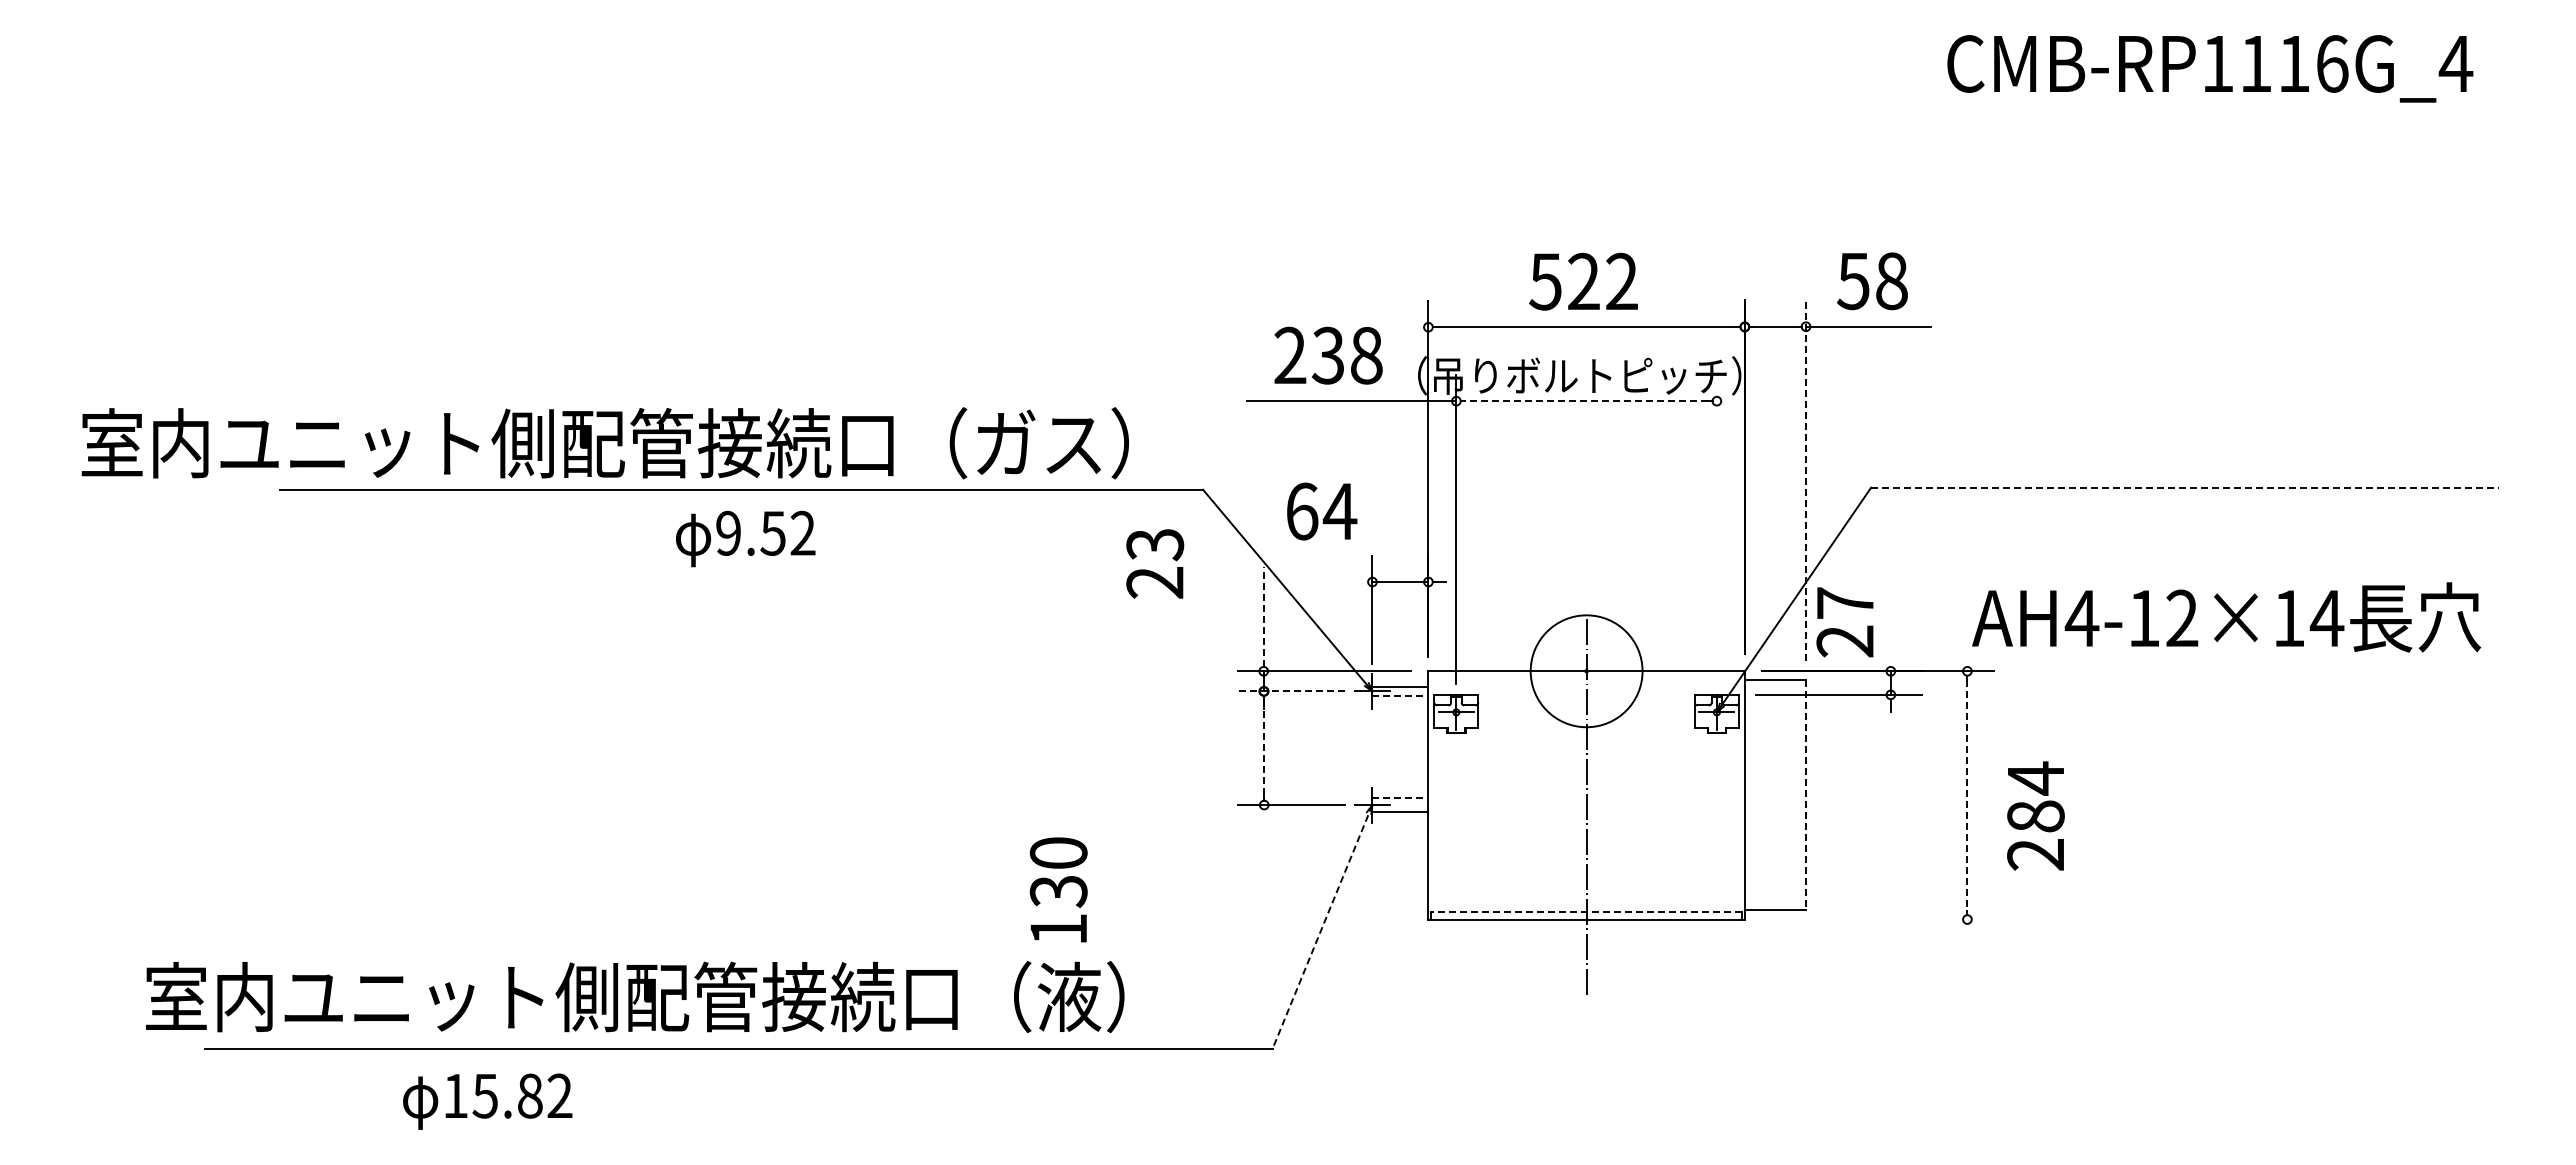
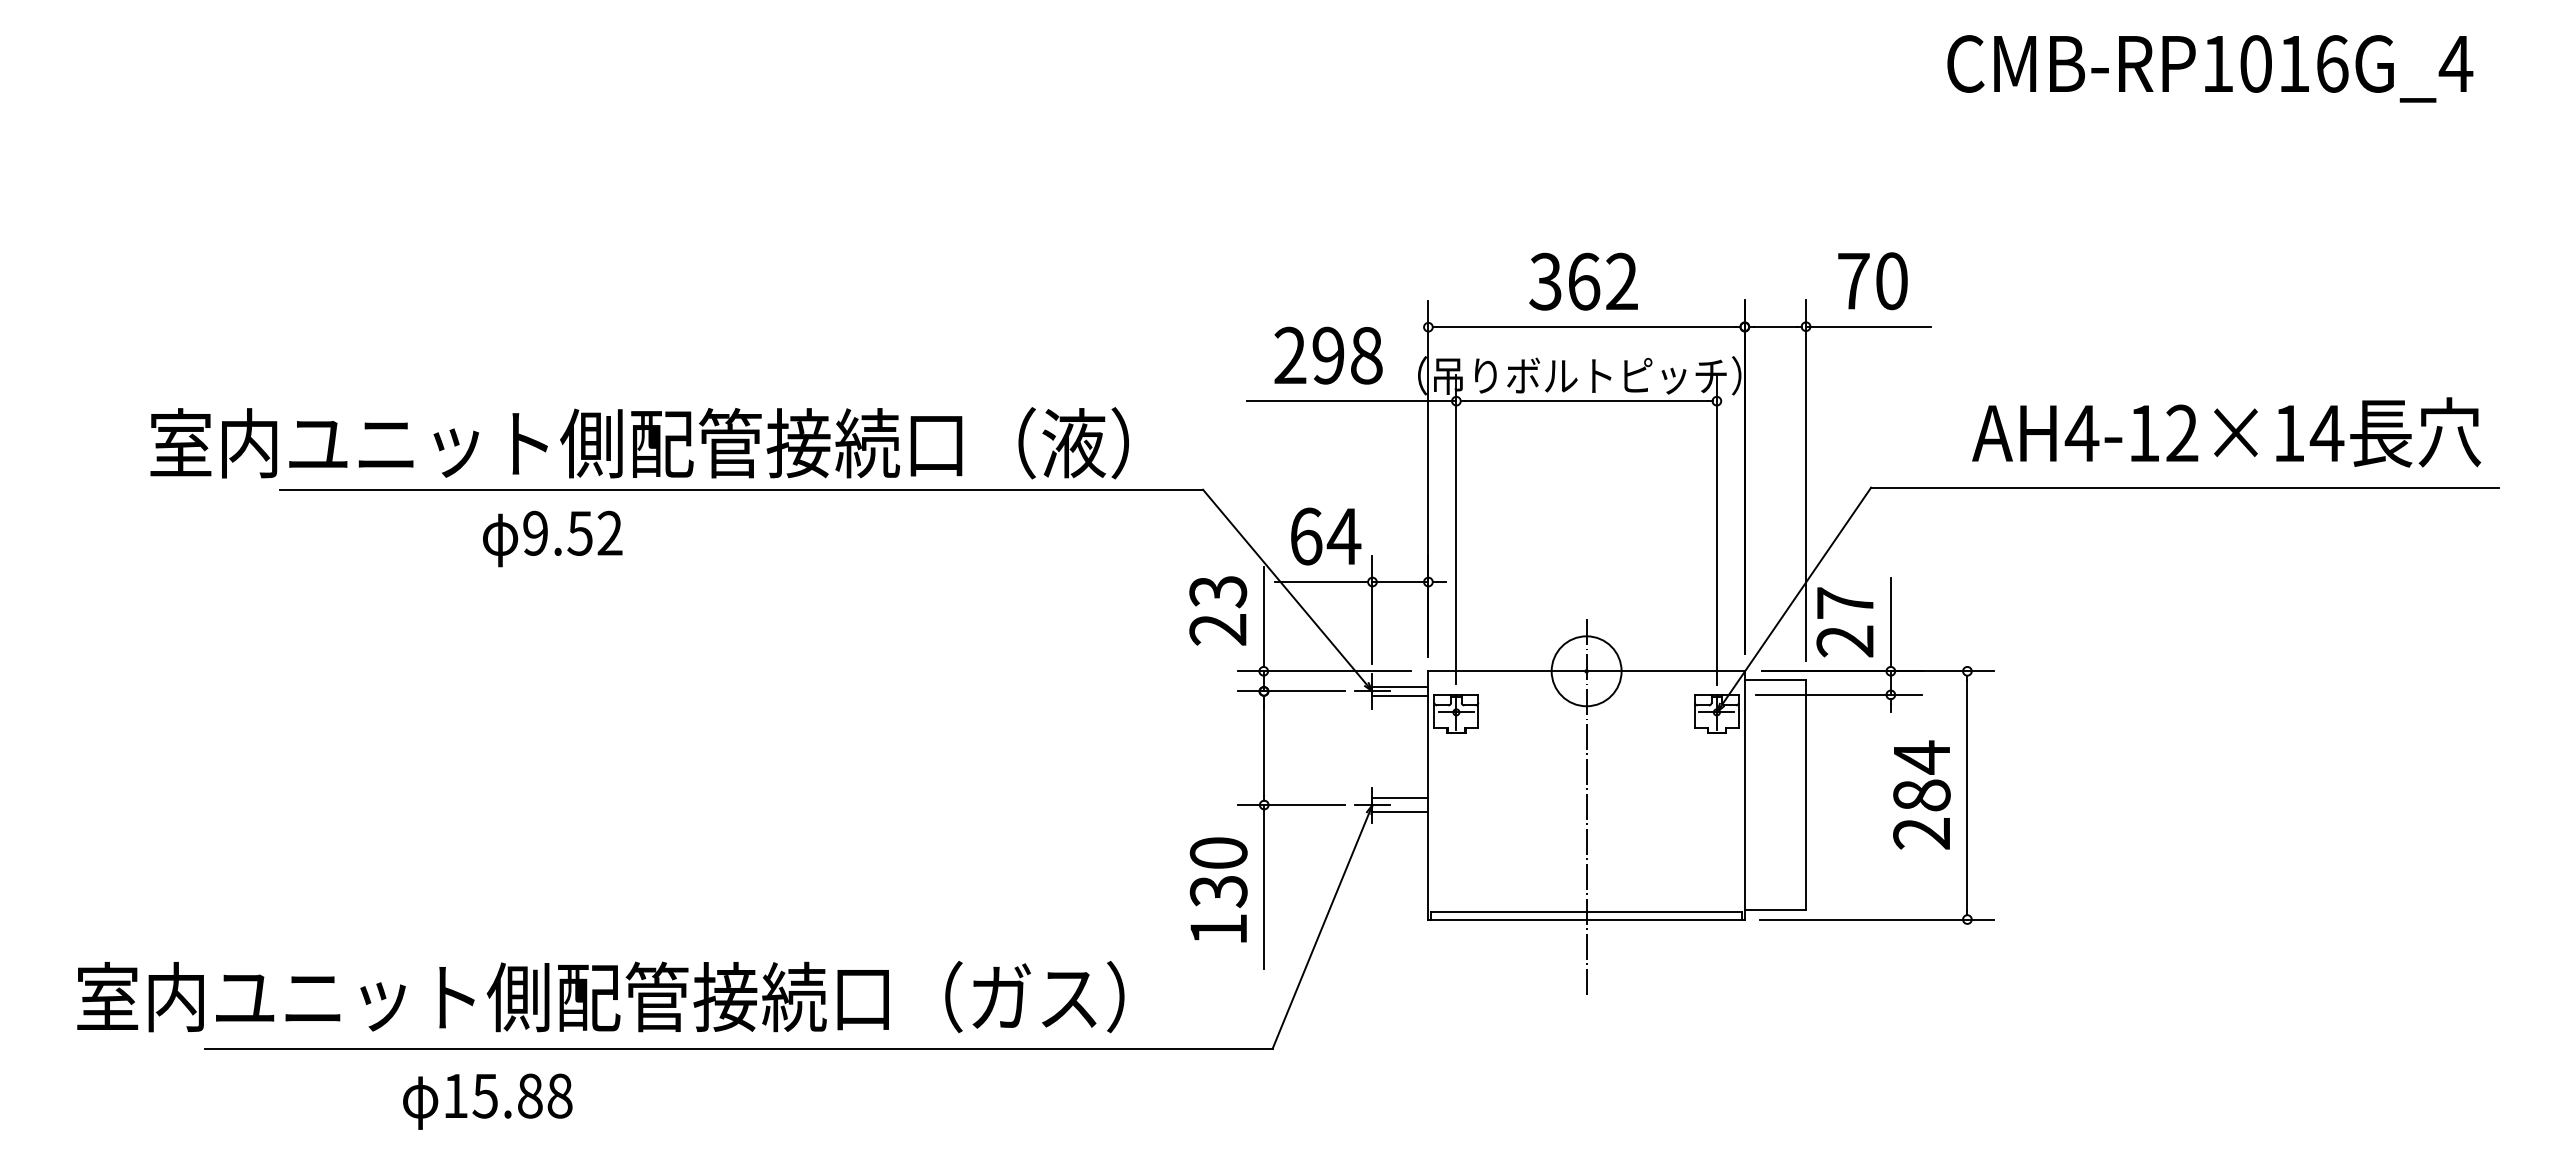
text at (2255, 63): CMB-RP1116G_4 -> CMB-RP1016G_4
text at (1564, 281): 522 -> 362
text at (1872, 281): 58 -> 70
text at (1328, 355): 238 -> 298
line at (1586, 401): dashed -> solid
text at (593, 443): 室内ユニット側配管接続口（ガス） -> 室内ユニット側配管接続口（液）
line at (1806, 480): dashed -> solid
line at (2184, 487): dashed -> solid
text at (1322, 511) position: (1322, 511) -> (1326, 536)
line at (1716, 529): none -> present
text at (745, 538) position: (745, 538) -> (552, 538)
text at (1155, 563) position: (1155, 563) -> (1218, 610)
line at (1321, 582): none -> present
line at (1263, 616): dashed -> solid
text at (2226, 617) position: (2226, 617) -> (2226, 432)
line at (1890, 621): none -> present
circle at (1586, 671) diameter: 112 px -> 70 px
line at (1290, 691): dashed -> solid
line at (1400, 695): dashed -> solid
line at (1264, 748): dashed -> solid
line at (1806, 795): dashed -> solid
line at (1967, 795): dashed -> solid
line at (1400, 798): dashed -> solid
text at (2035, 815) position: (2035, 815) -> (1921, 794)
line at (1264, 886): none -> present
text at (1058, 889) position: (1058, 889) -> (1218, 889)
line at (1586, 912): dashed -> solid
line at (1876, 919): none -> present
line at (1322, 926): dashed -> solid
text at (589, 996): 室内ユニット側配管接続口（液） -> 室内ユニット側配管接続口（ガス）
text at (559, 1095): 15.82 -> 15.88
